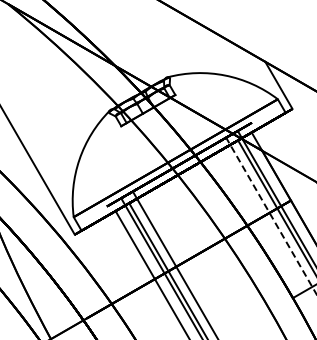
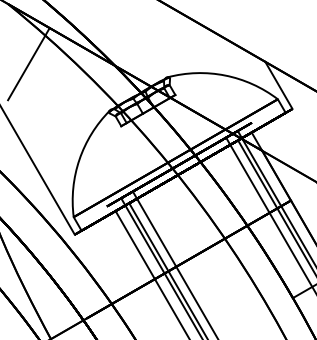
line at (28, 64): none -> present
line at (271, 216): dashed -> solid
